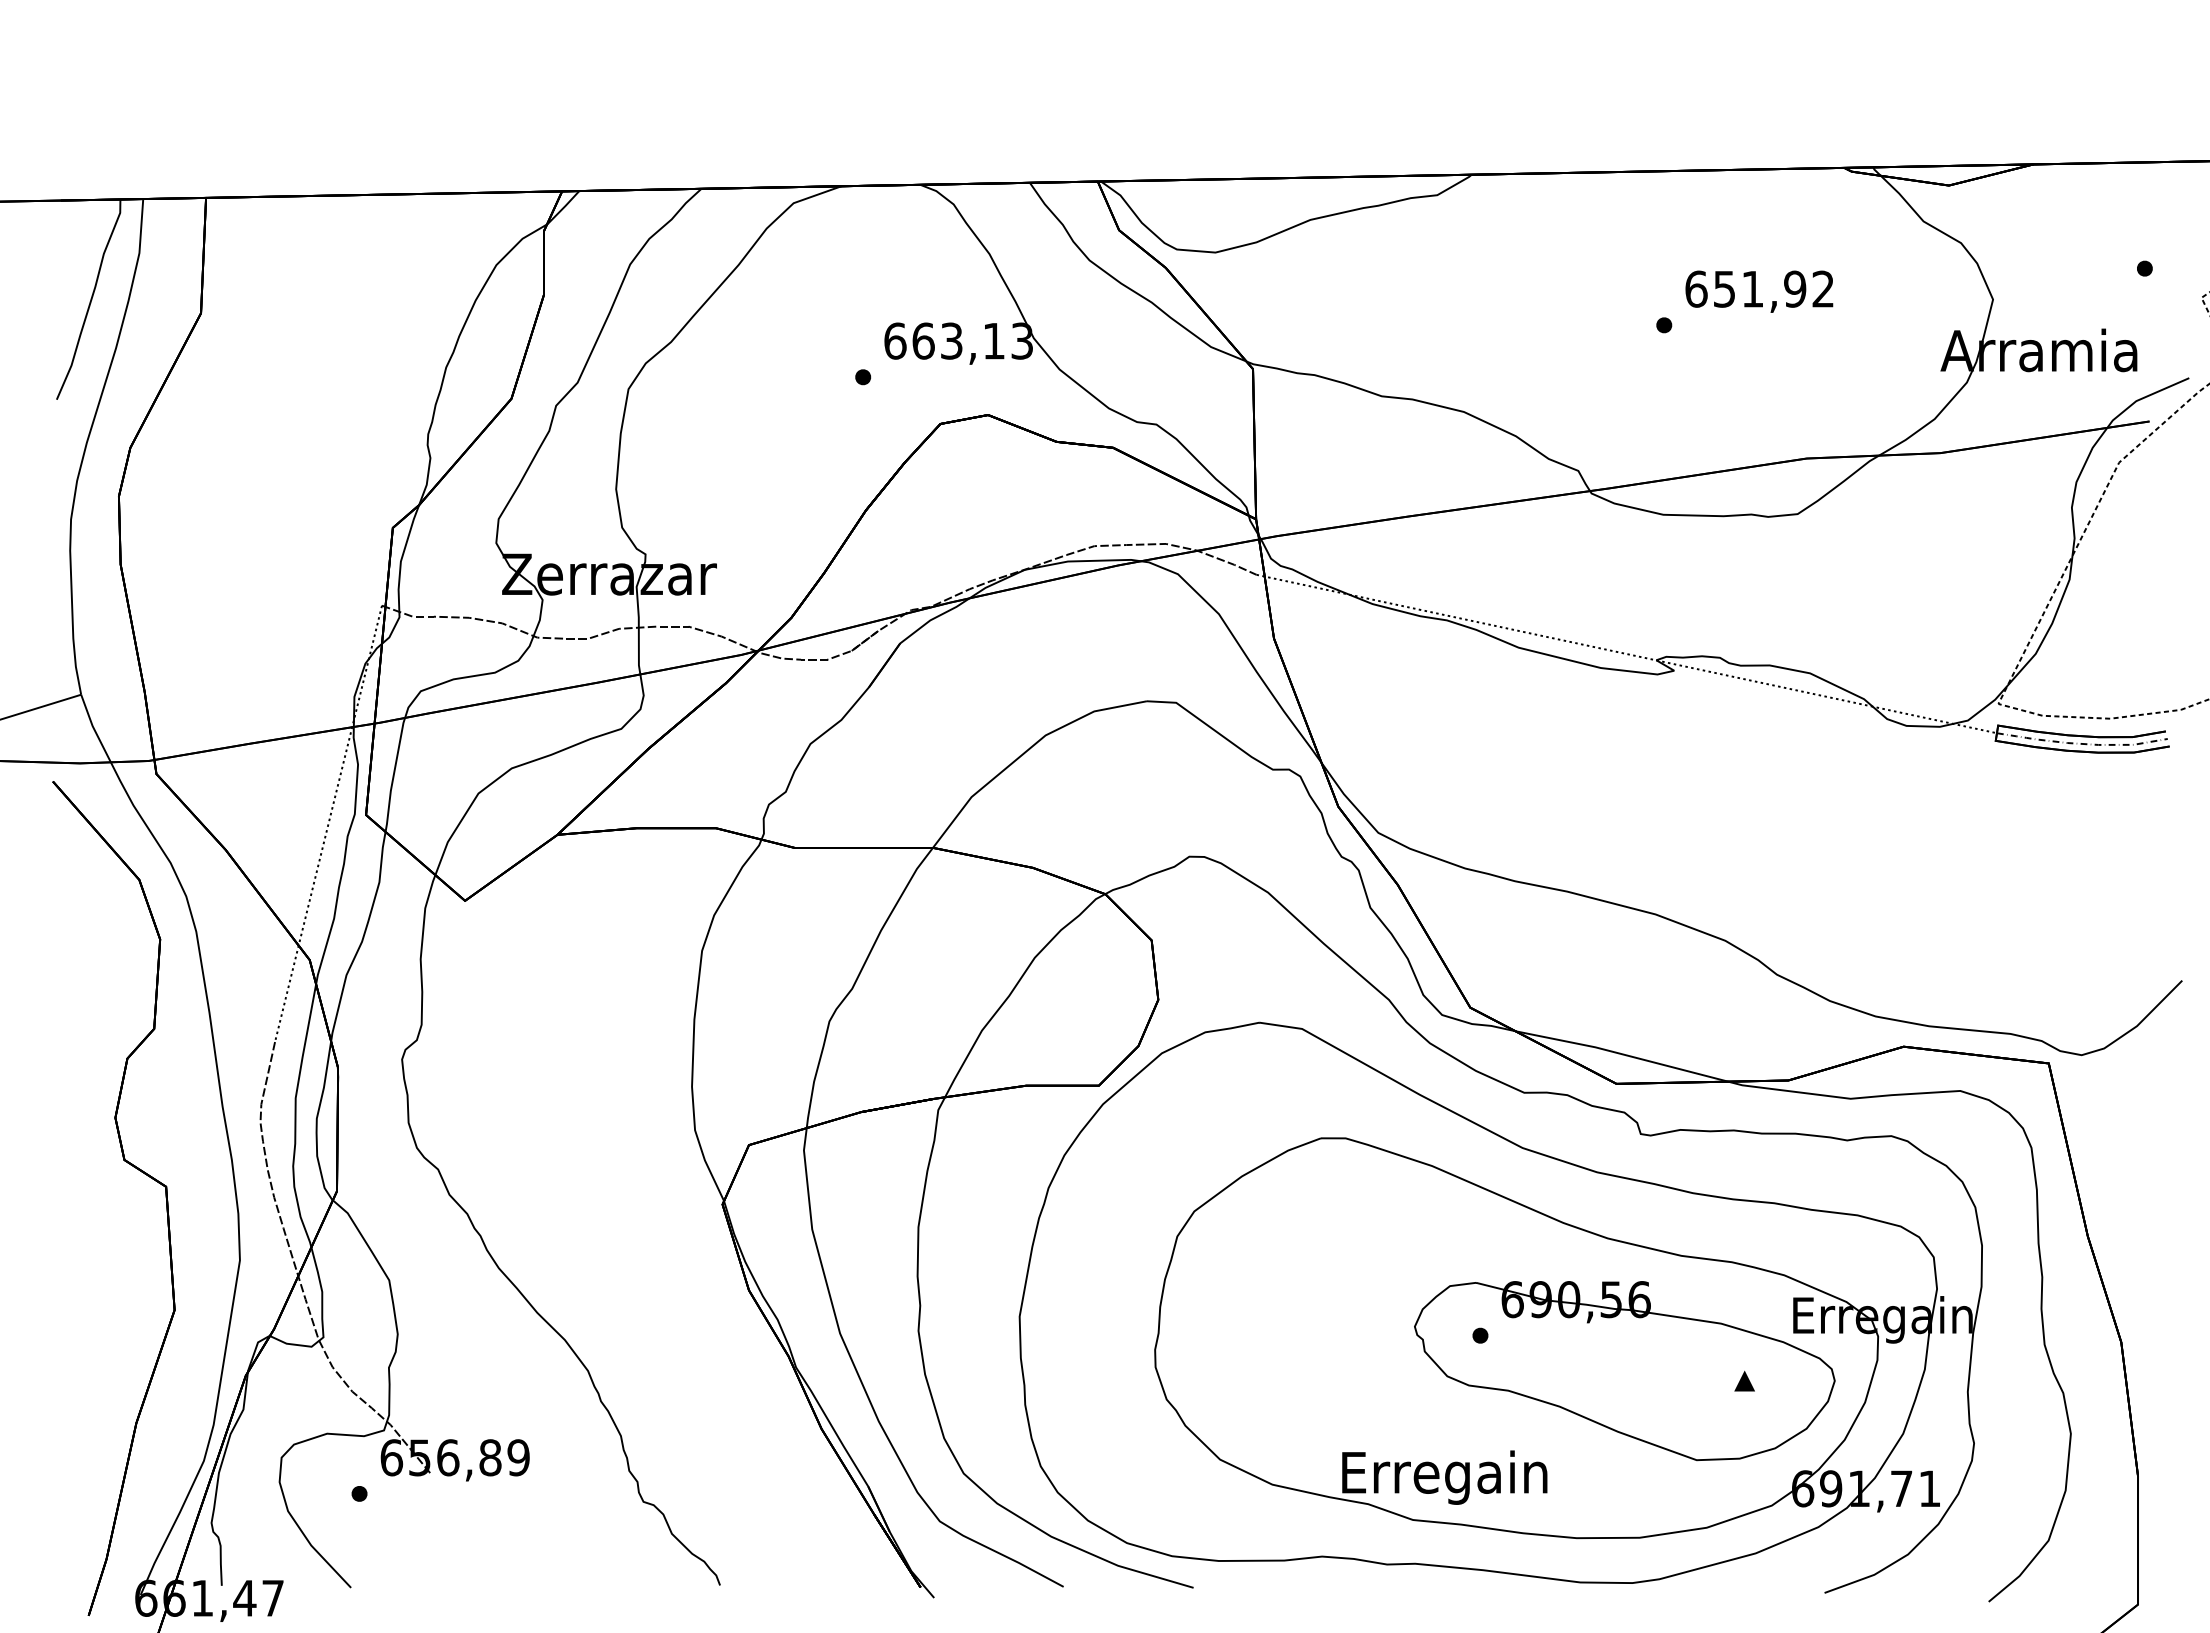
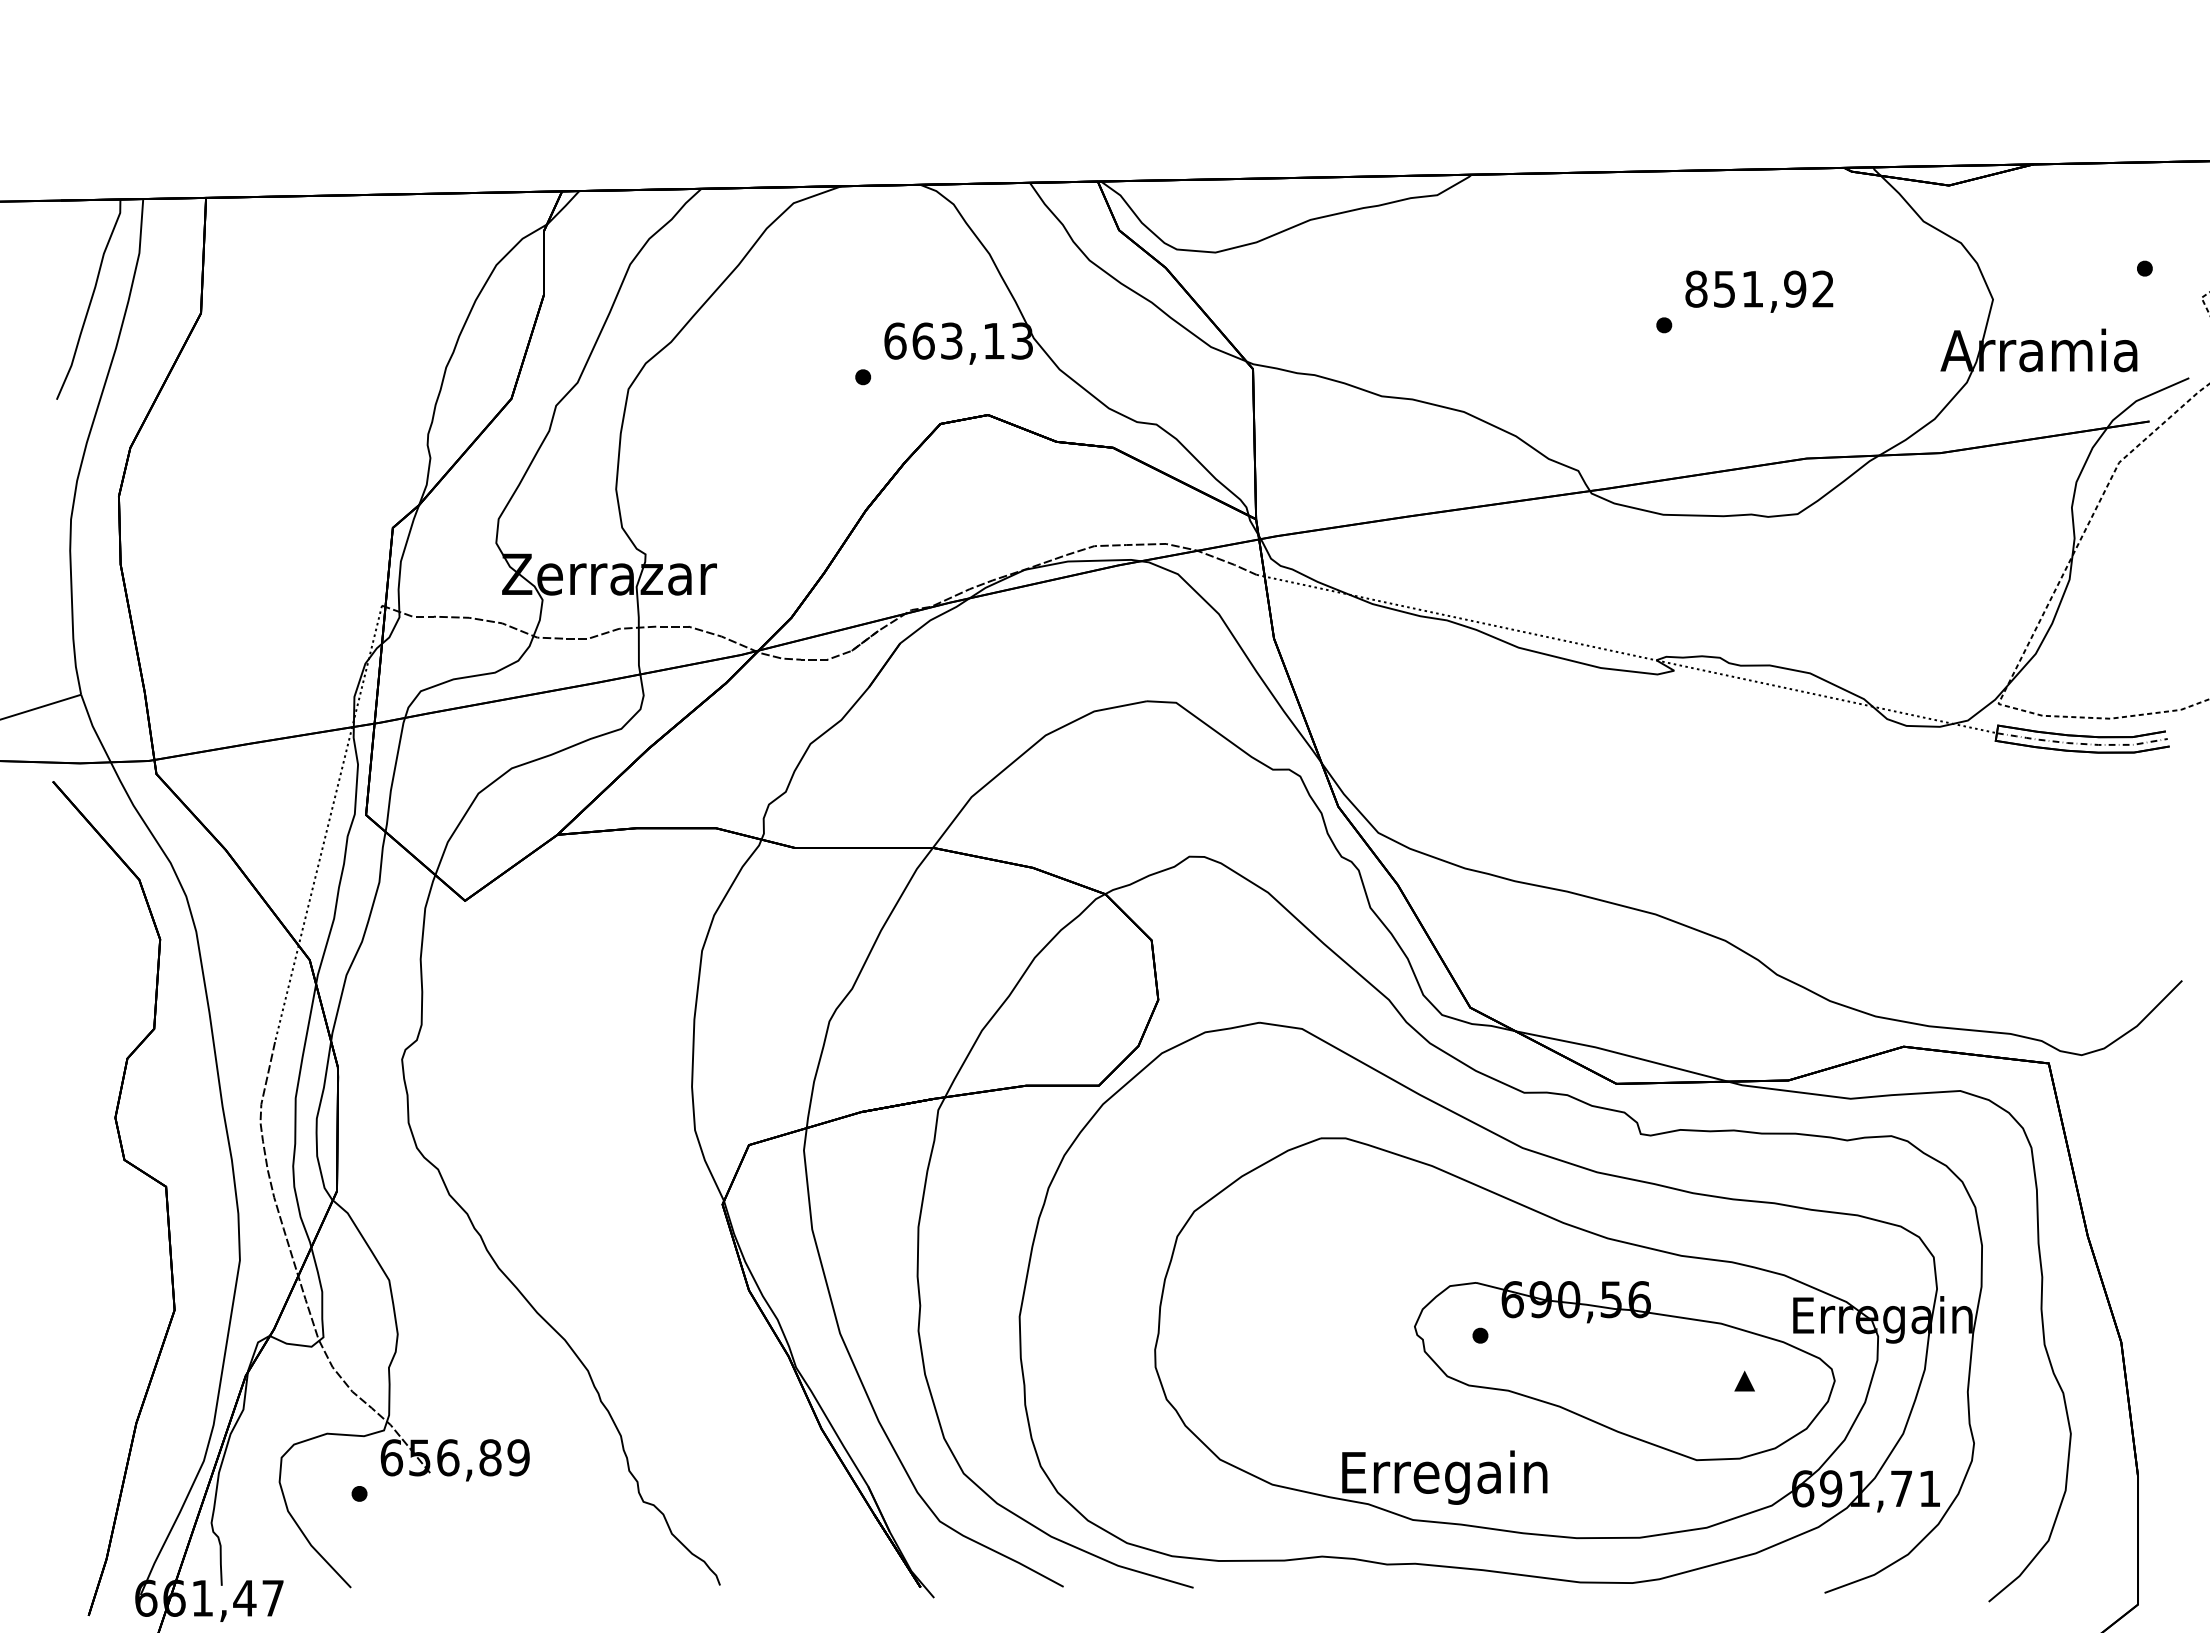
text at (1696, 288): 651,92 -> 851,92
